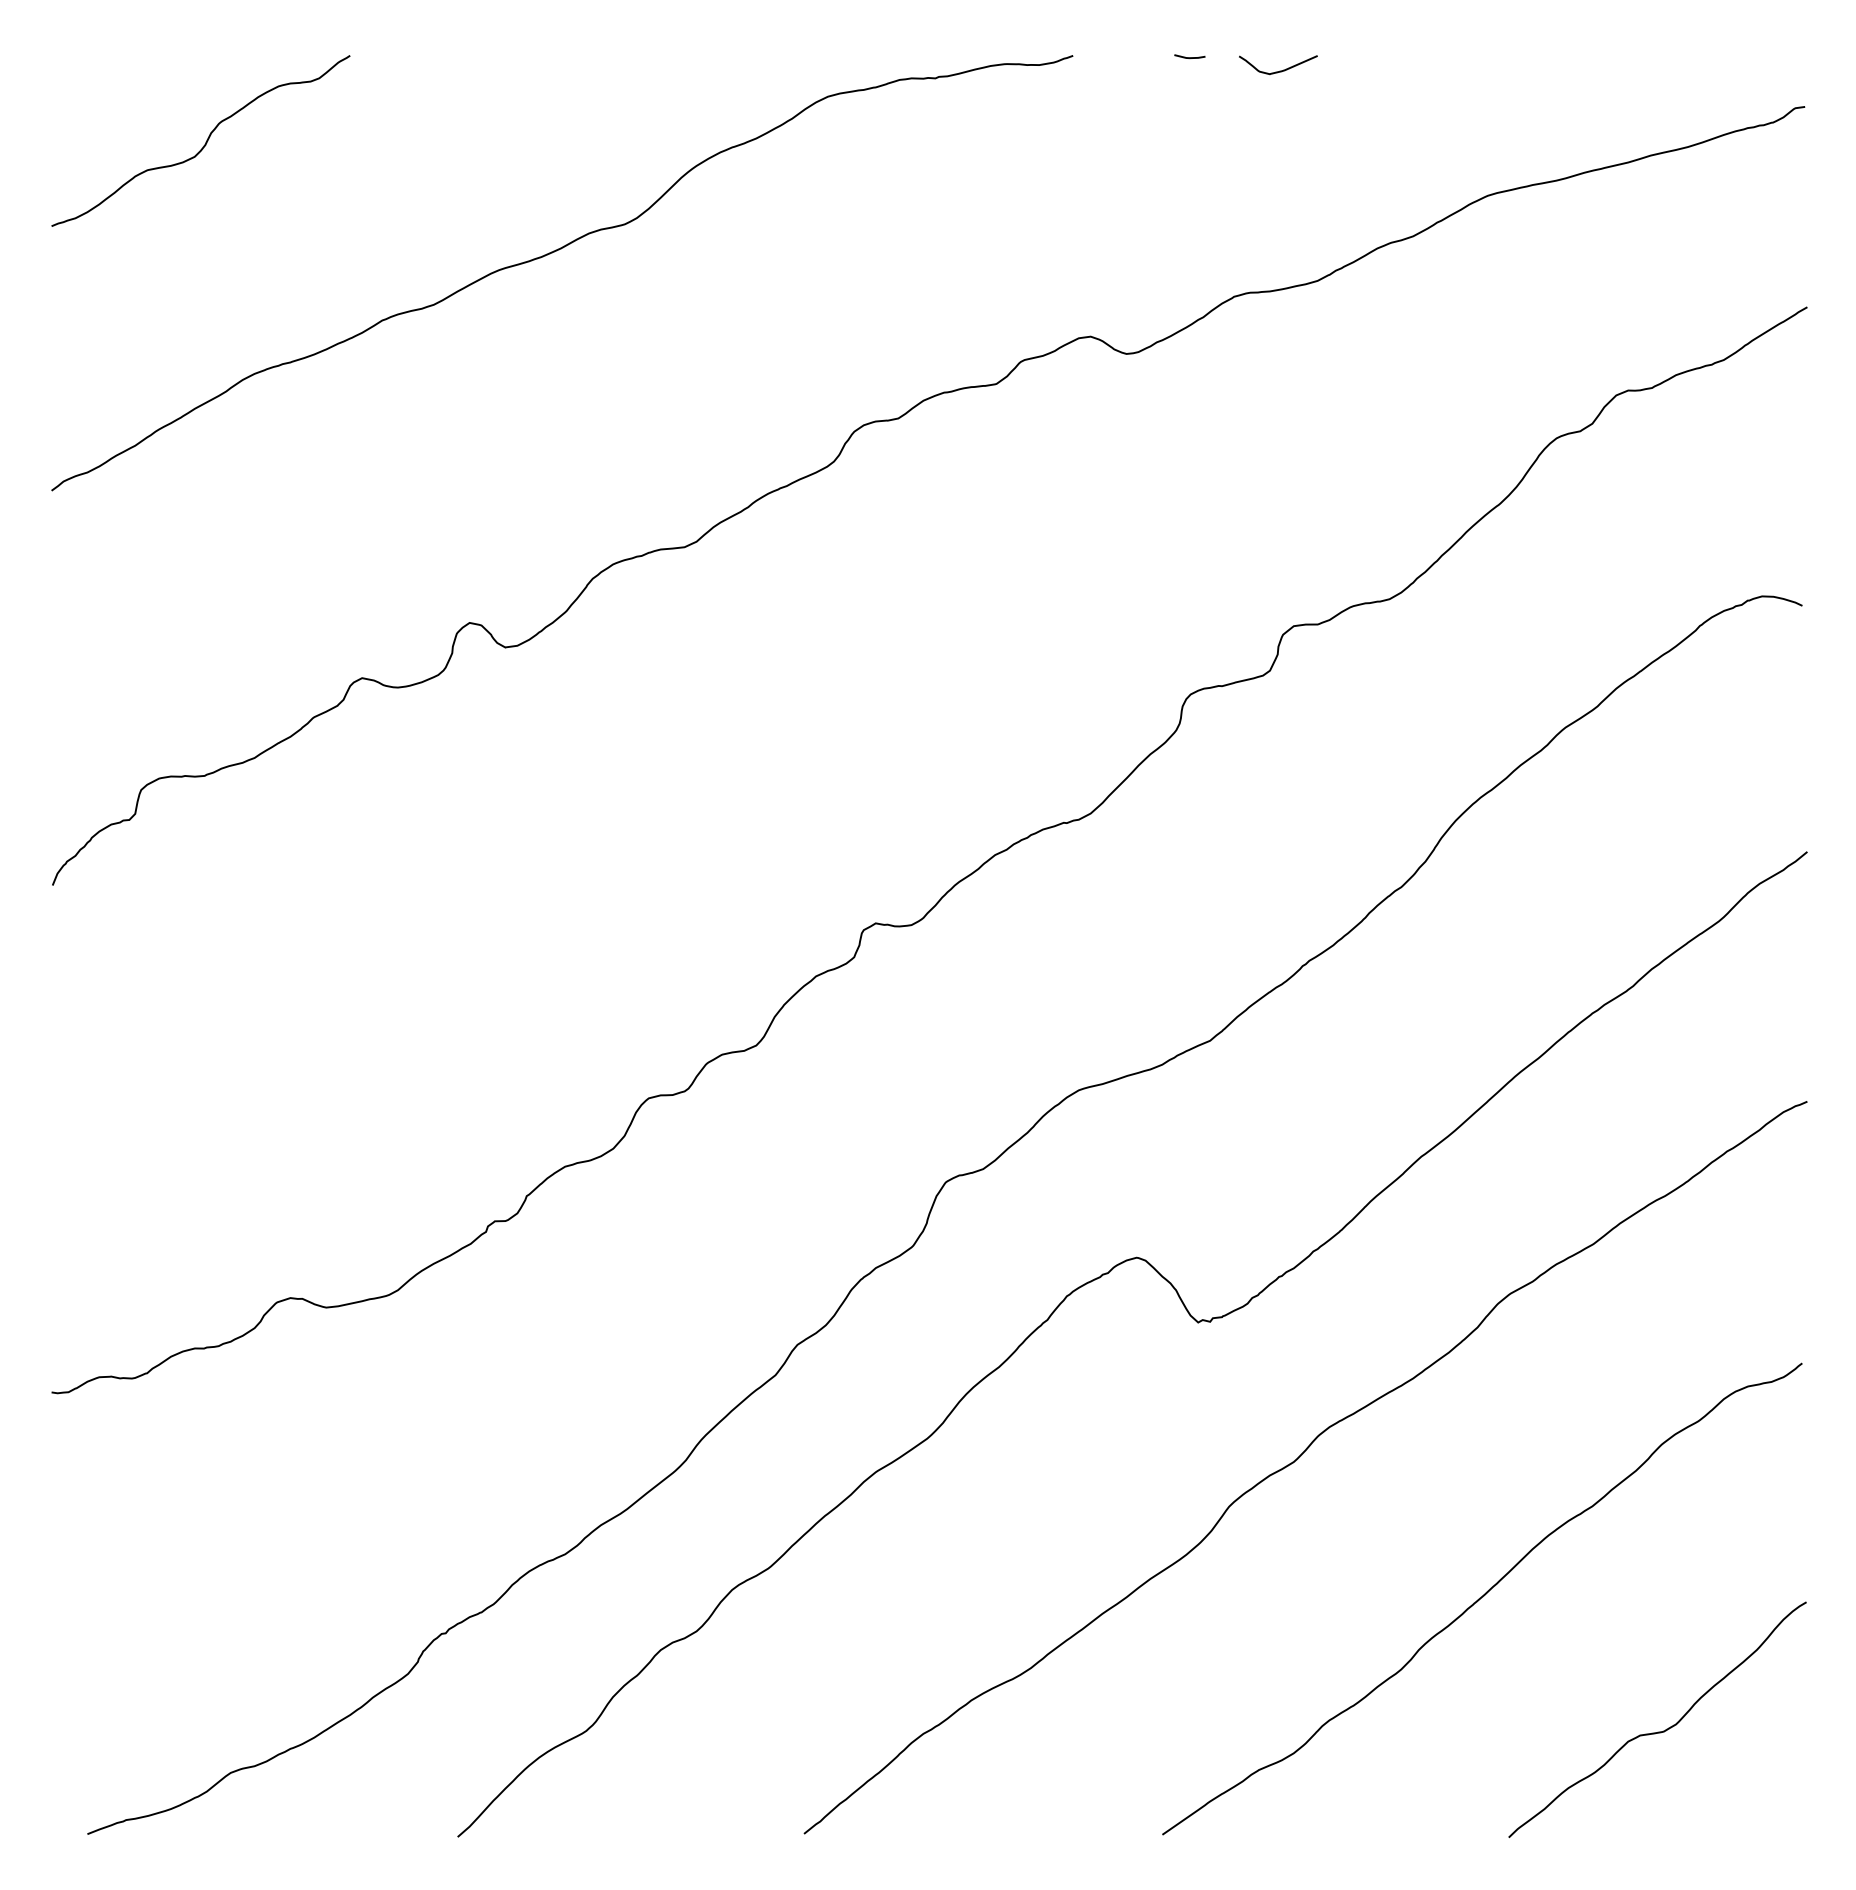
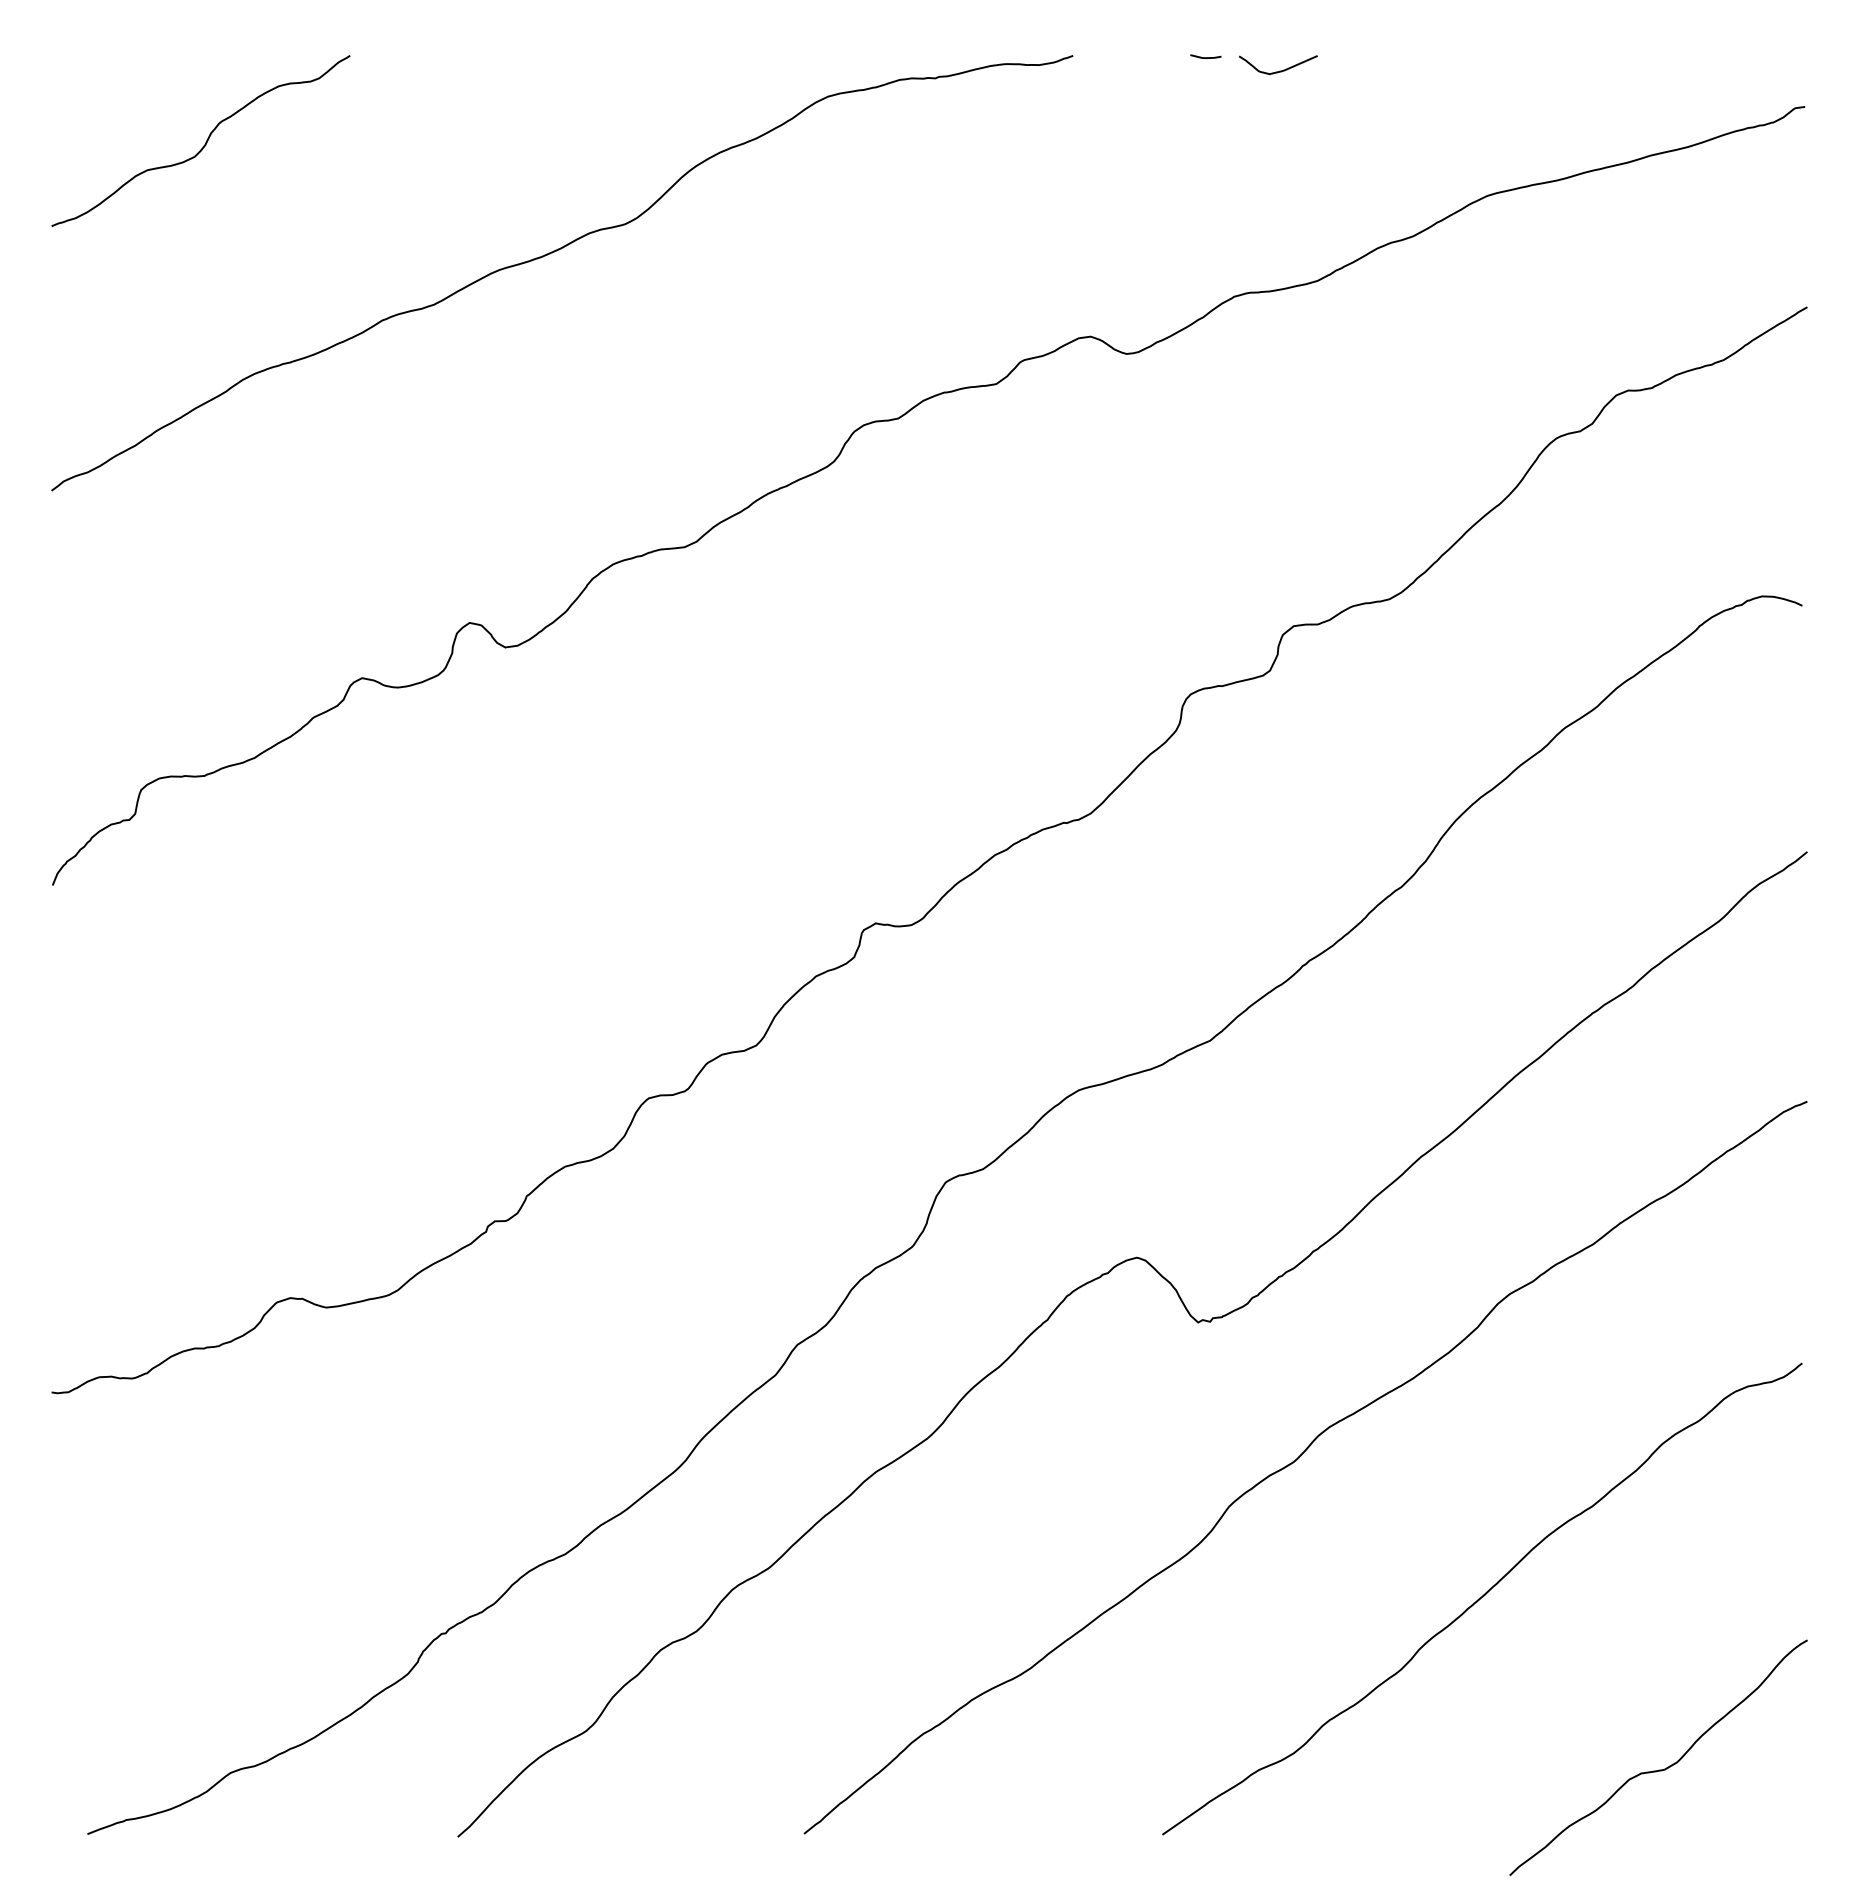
line at (1189, 57) position: (1189, 57) -> (1205, 57)
curve at (1658, 1731) position: (1658, 1731) -> (1659, 1769)
